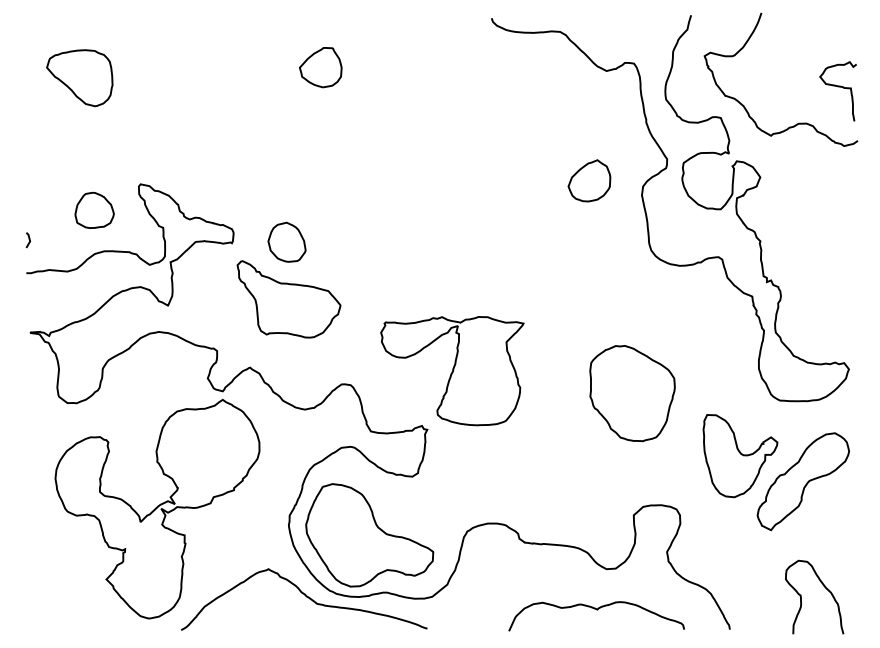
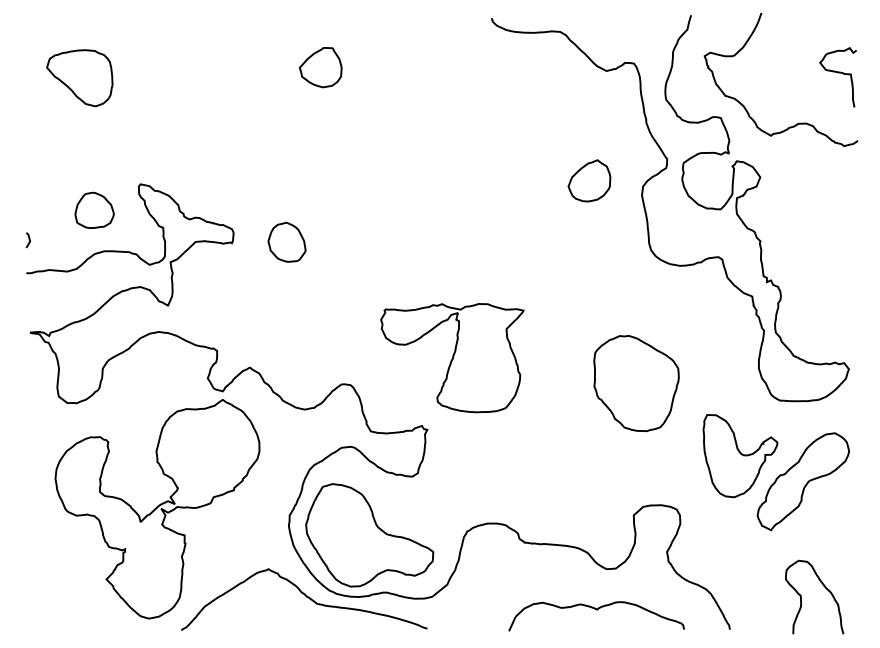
curve at (837, 87) position: (837, 87) -> (837, 73)
part at (288, 299): present -> none
part at (452, 371) position: (452, 371) -> (452, 358)
part at (632, 393) position: (632, 393) -> (636, 383)
